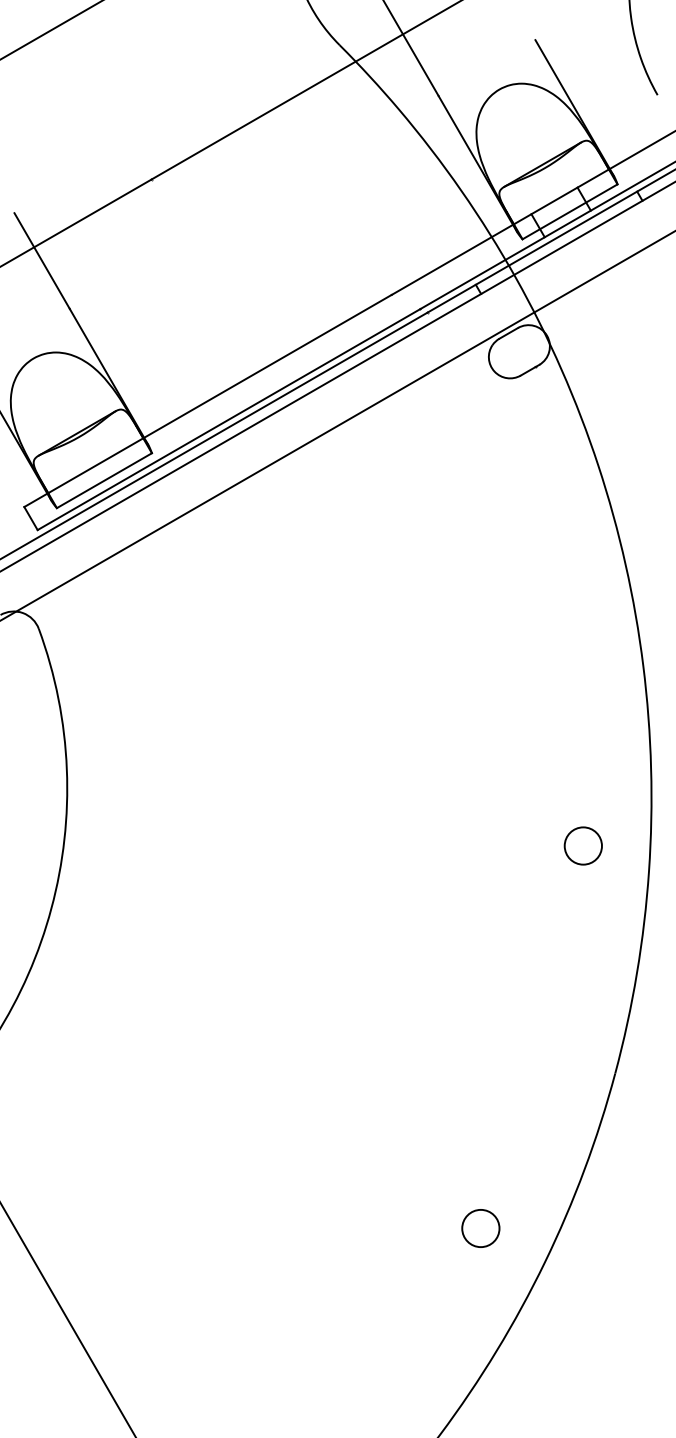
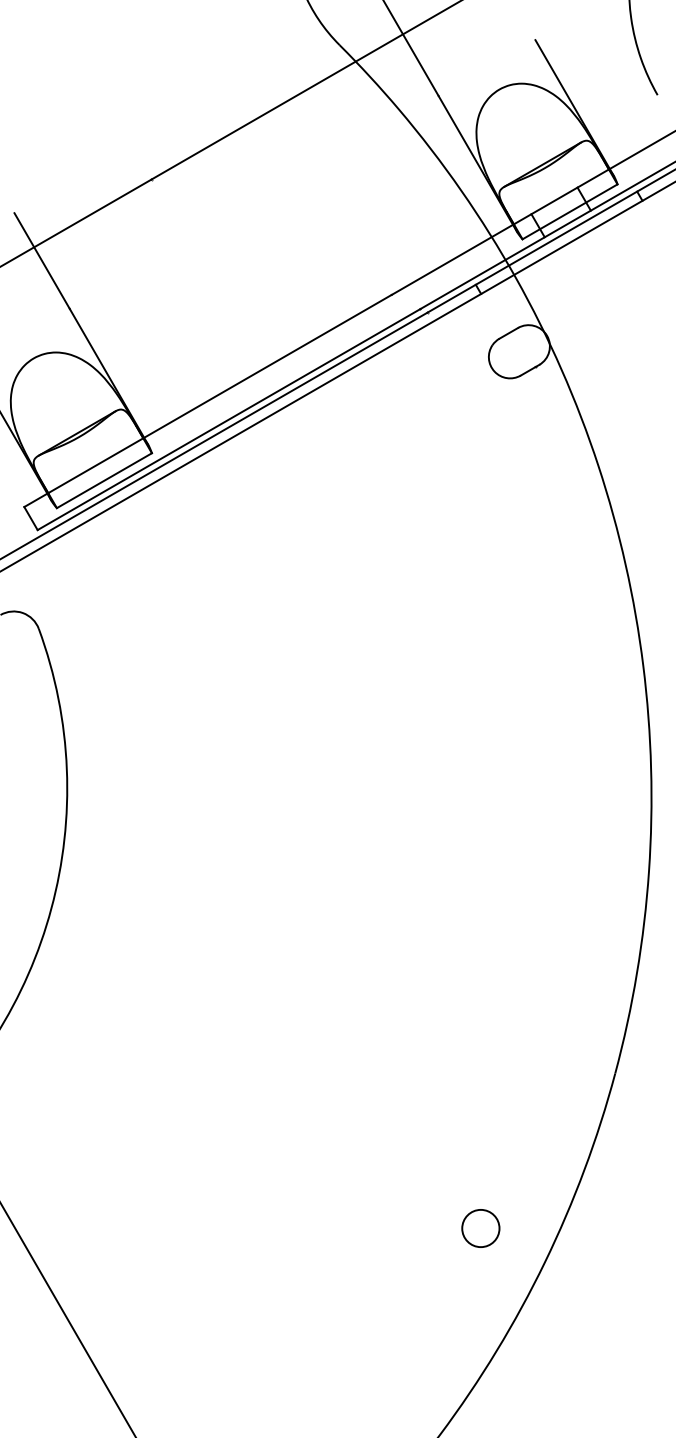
line at (51, 30): present -> none
line at (337, 425): present -> none
circle at (582, 845): present -> none
